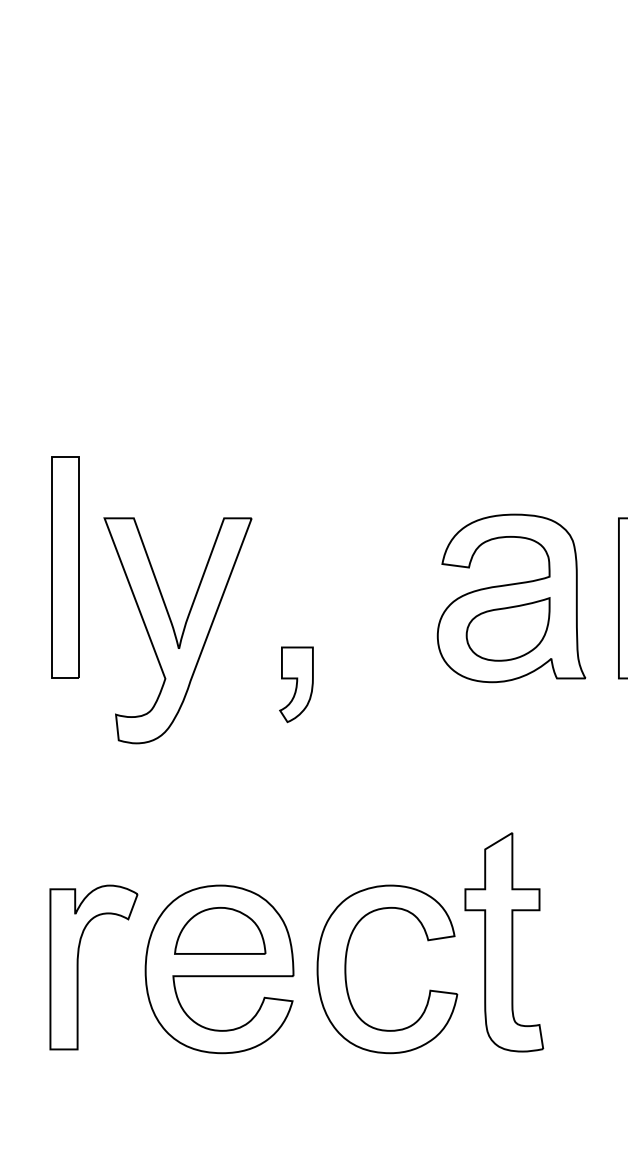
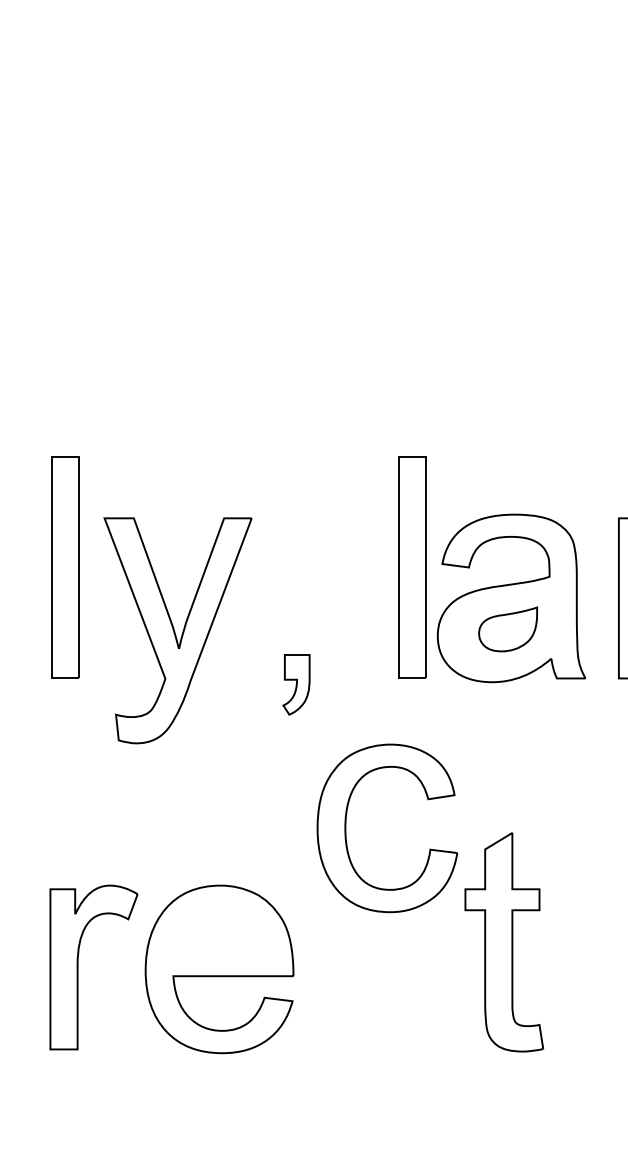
part at (412, 567): none -> present
part at (507, 629) size: 86x65 px -> 60x47 px
part at (296, 684) size: 35x78 px -> 29x62 px
part at (220, 930): present -> none
part at (346, 969) position: (346, 969) -> (346, 828)
